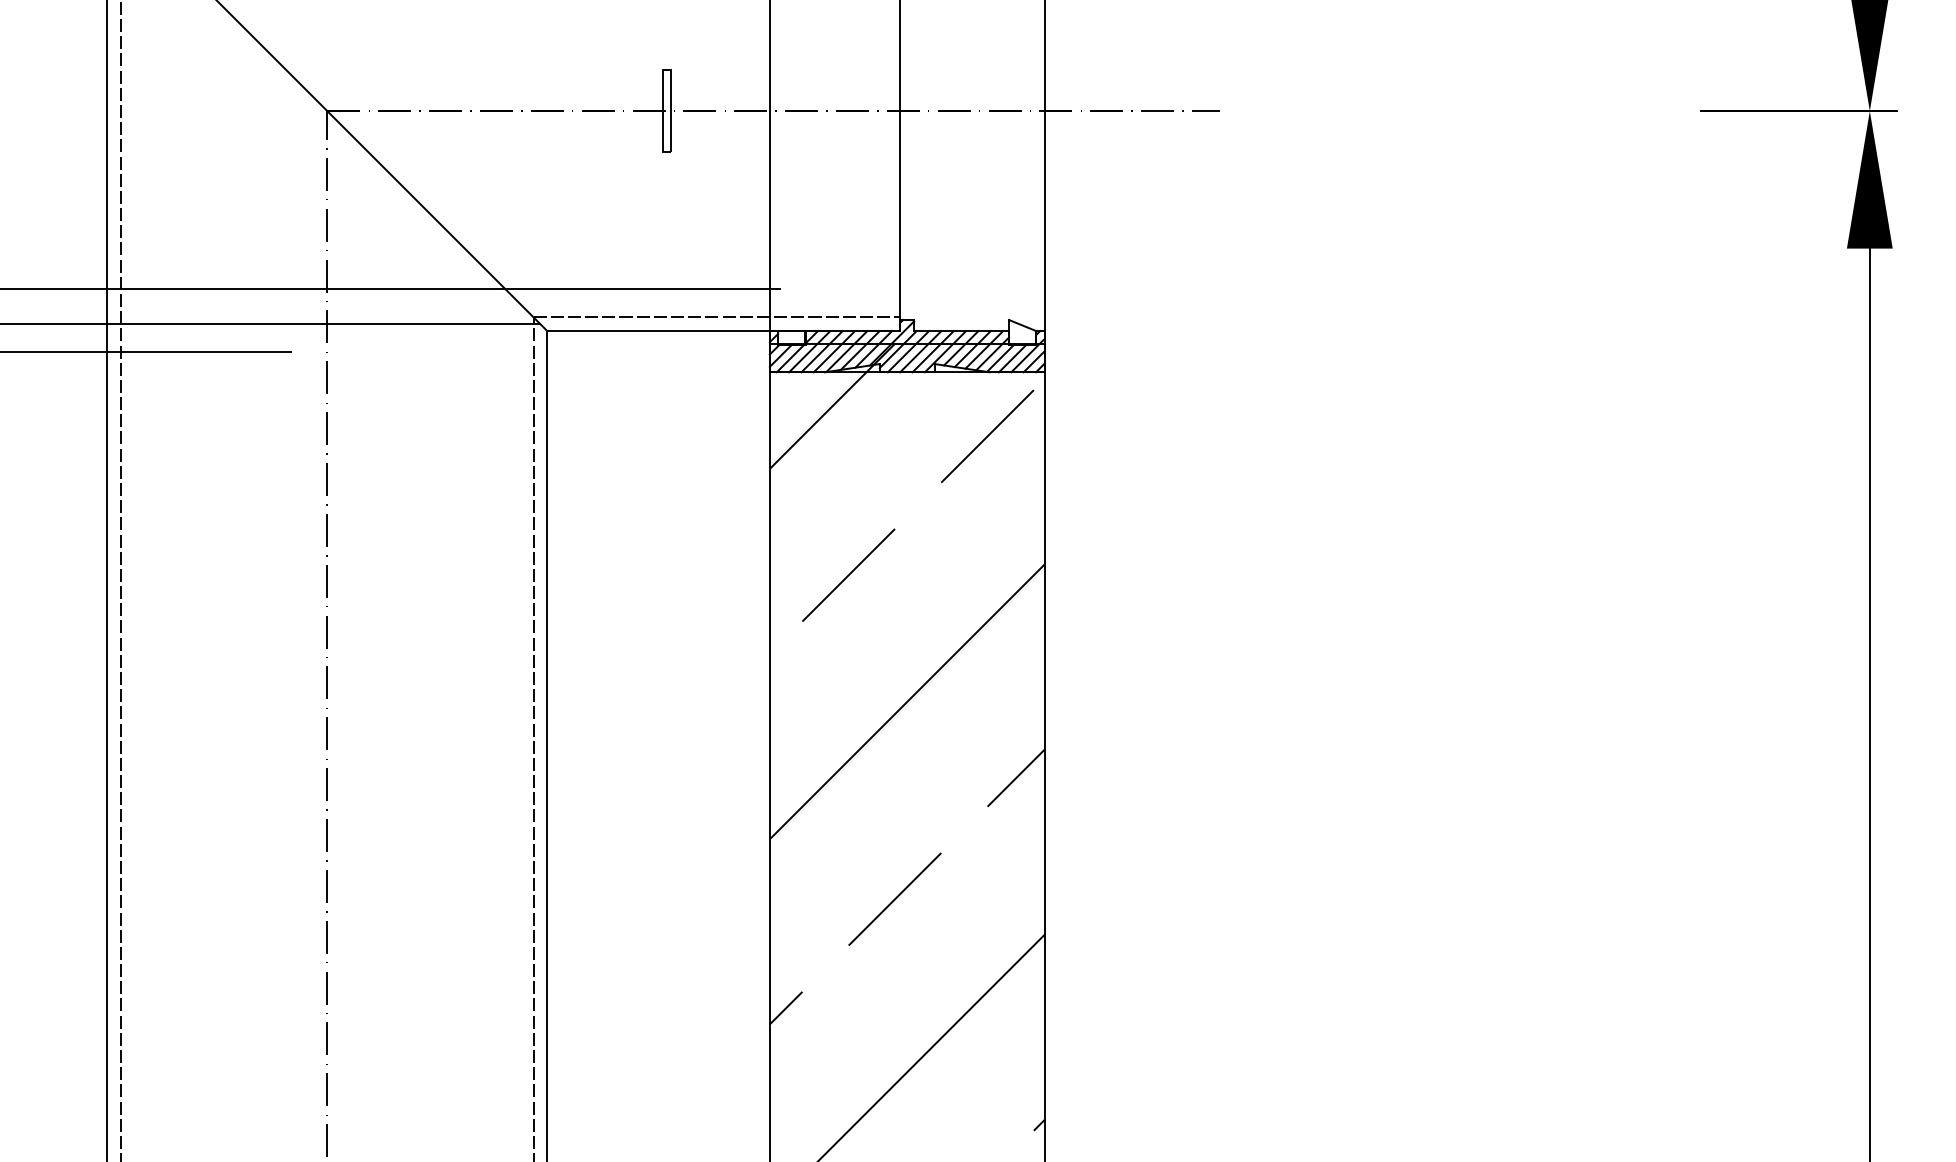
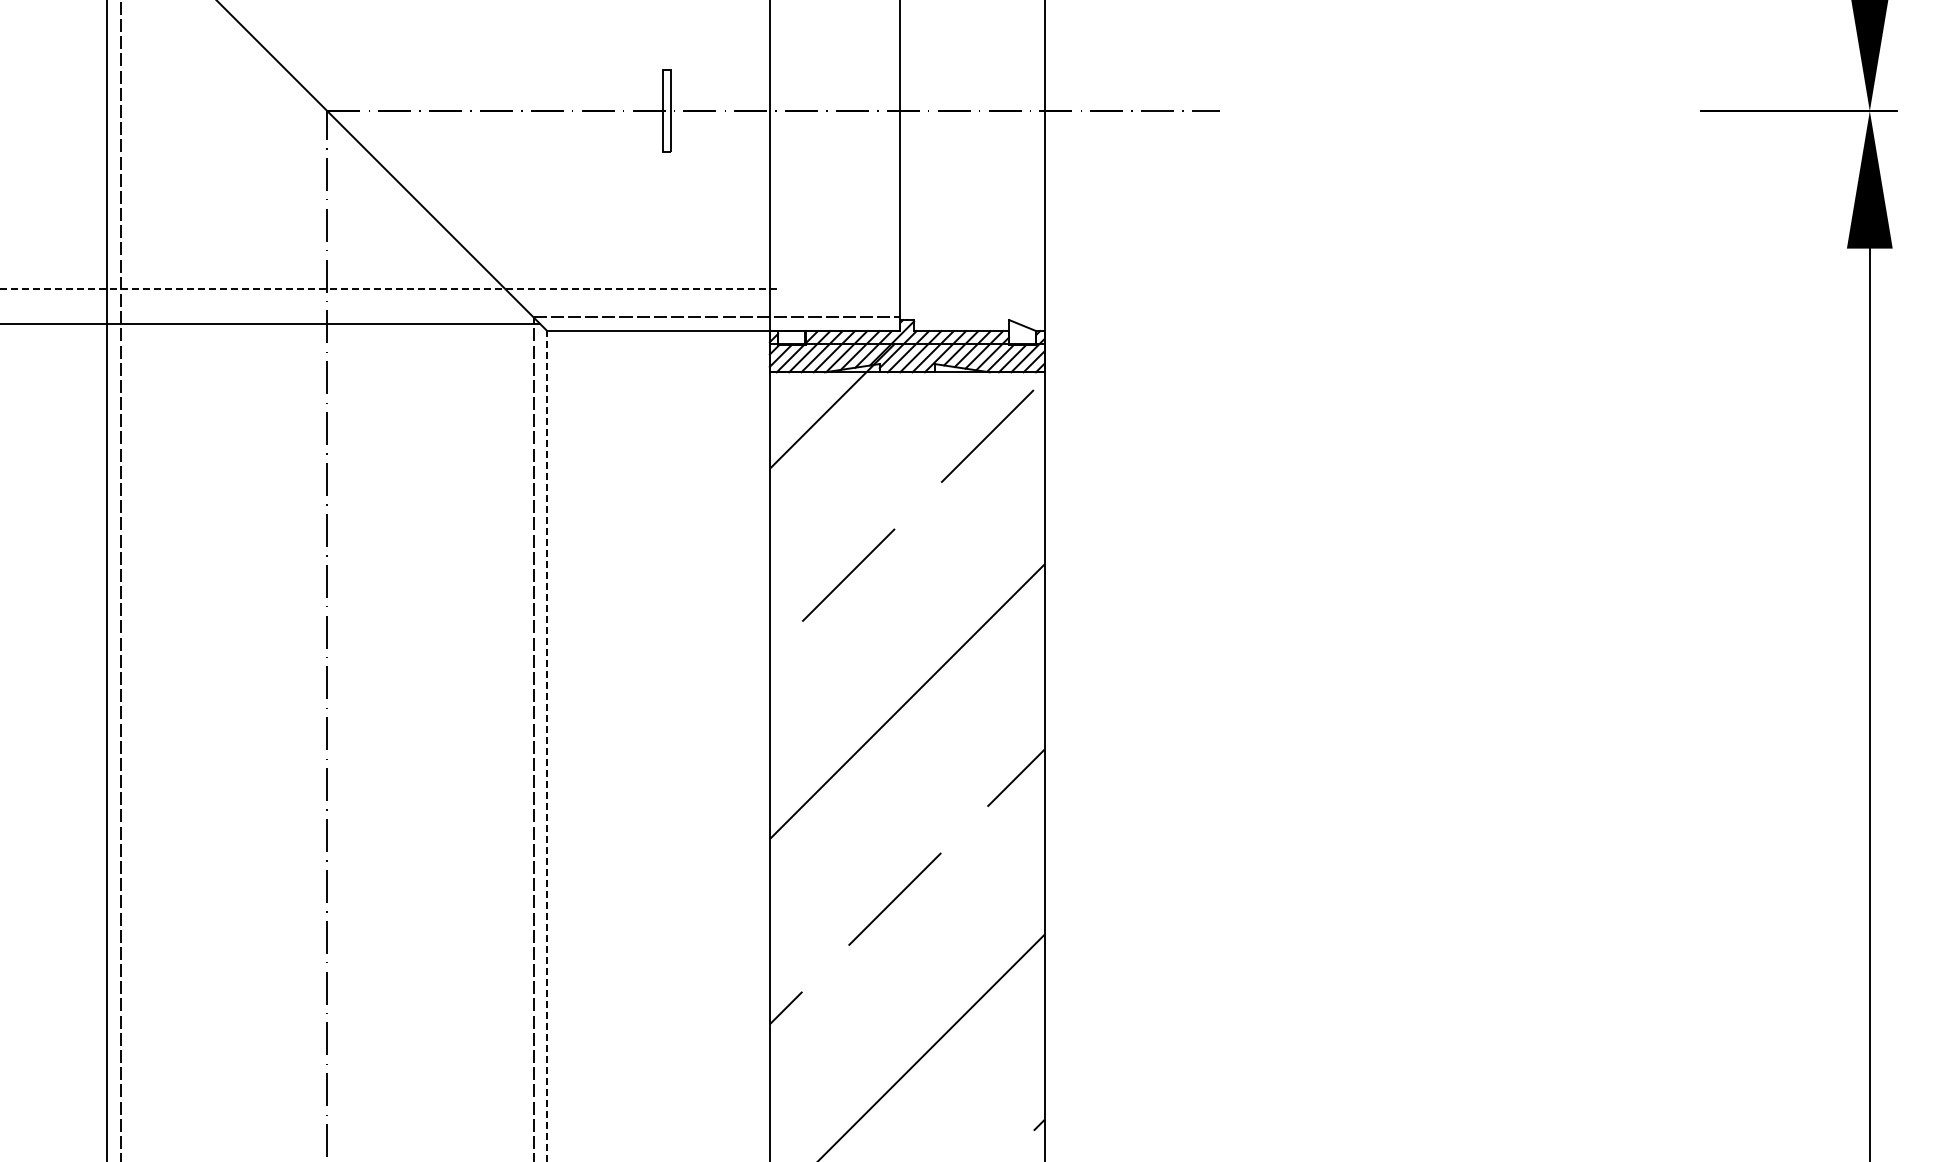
line at (390, 289): solid -> dashed
line at (146, 351): present -> none
line at (547, 745): solid -> dashed
